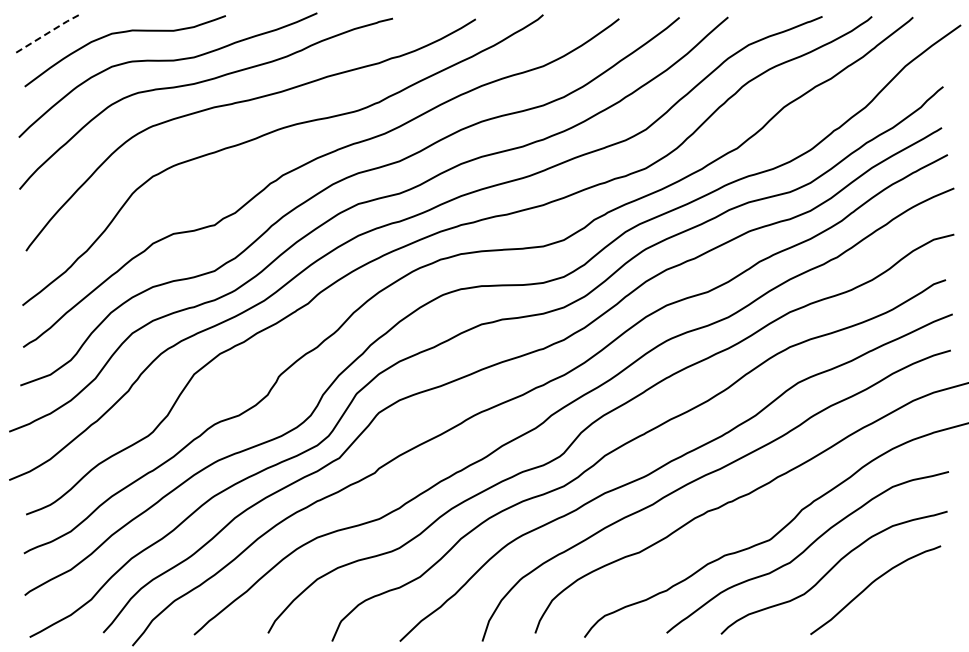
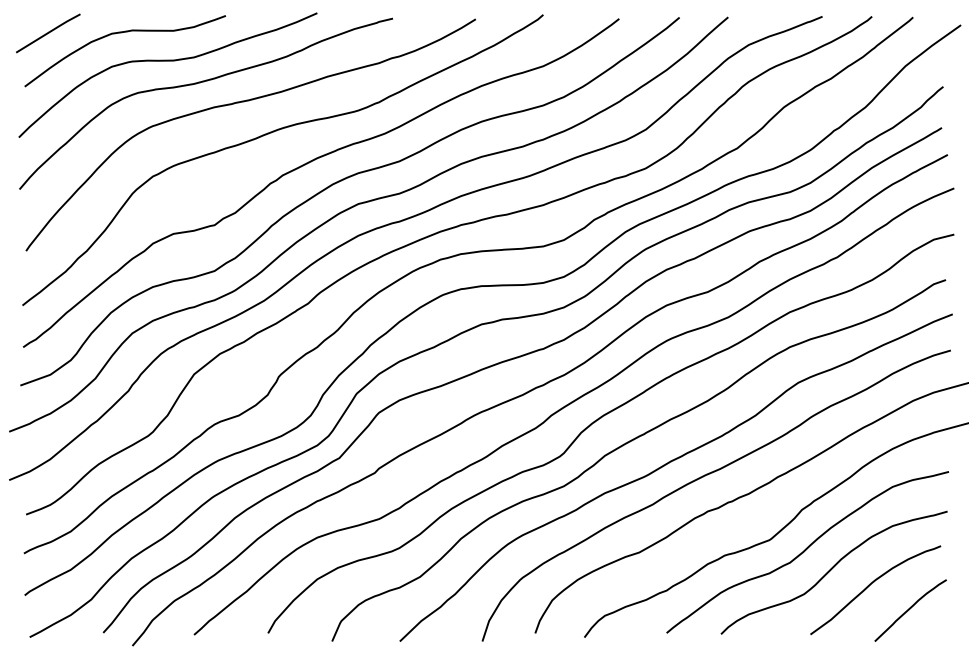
line at (50, 31): dashed -> solid
curve at (910, 609): none -> present
